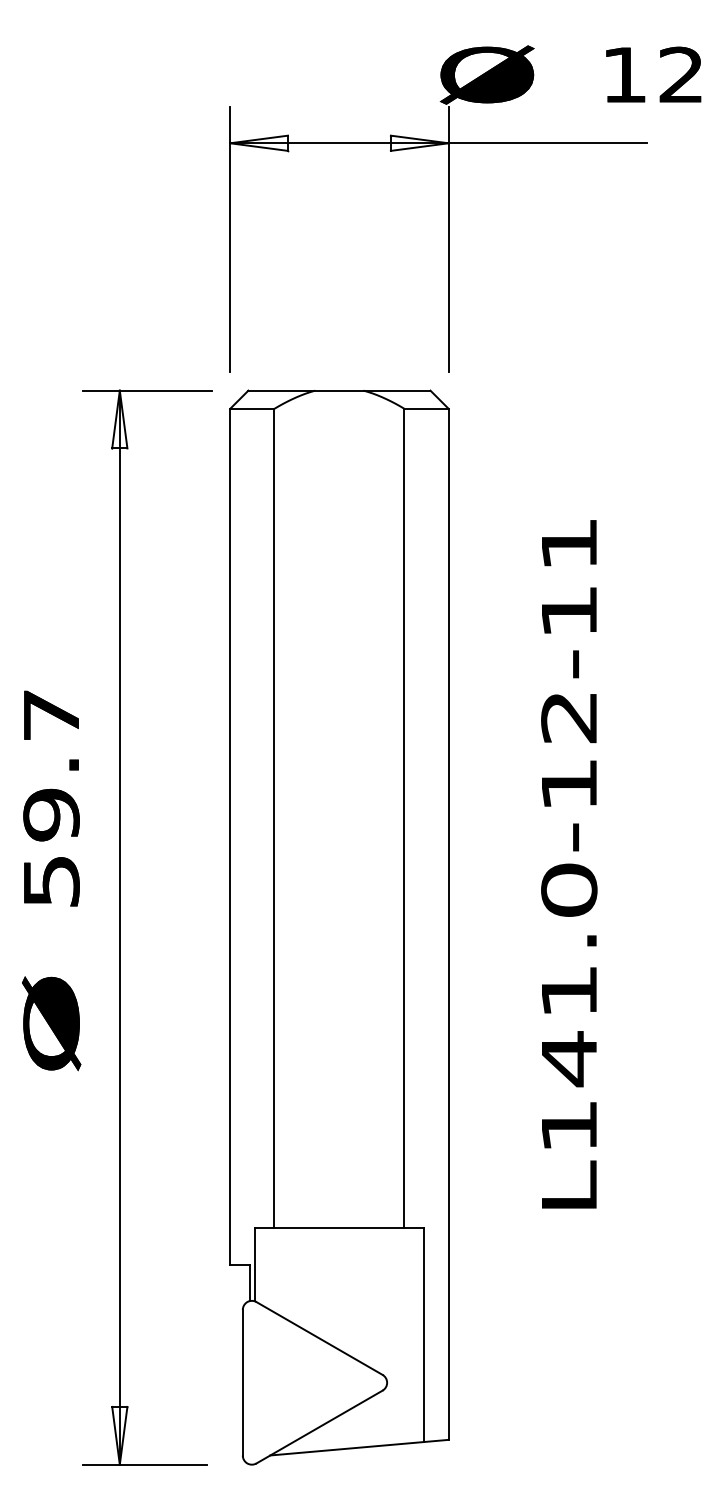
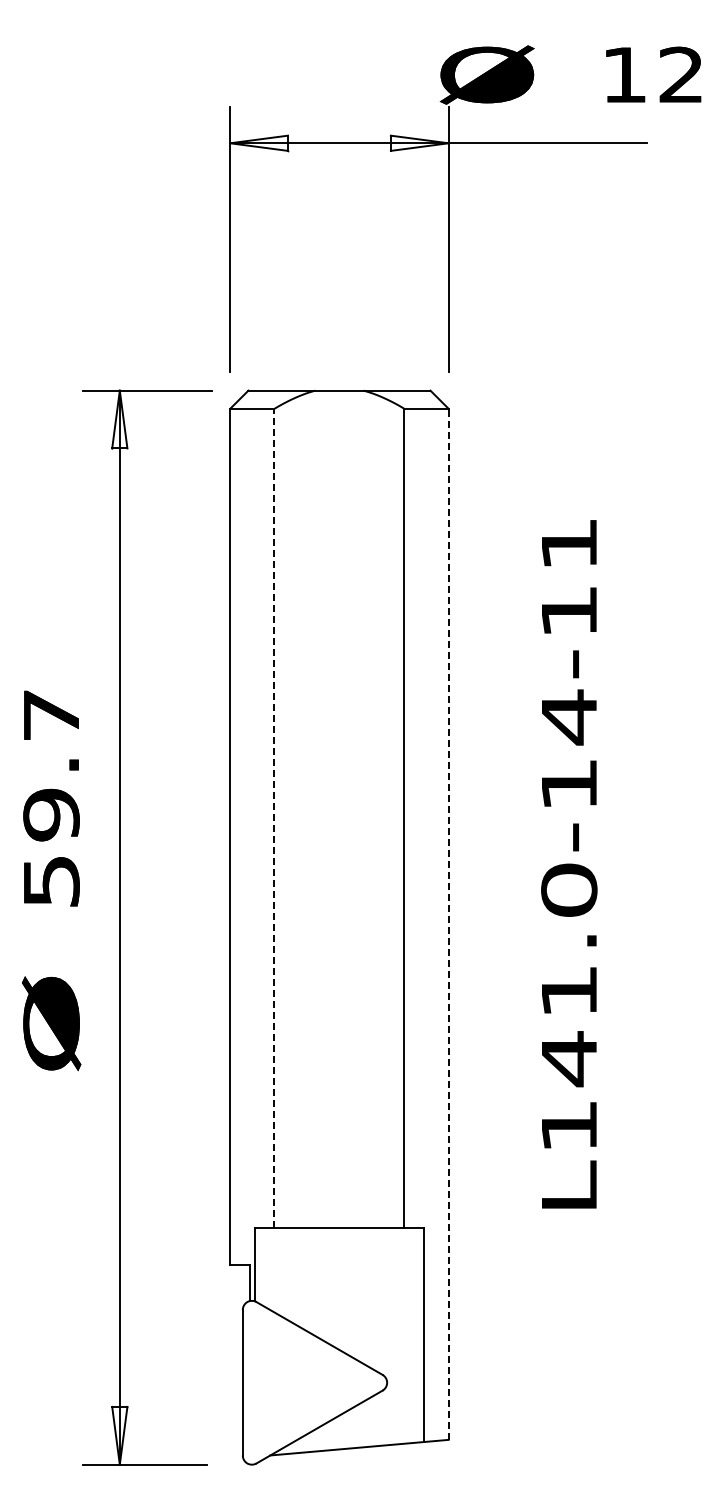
text at (568, 717): L141.0-12-11 -> L141.0-14-11
line at (274, 818): solid -> dashed
line at (448, 924): solid -> dashed
